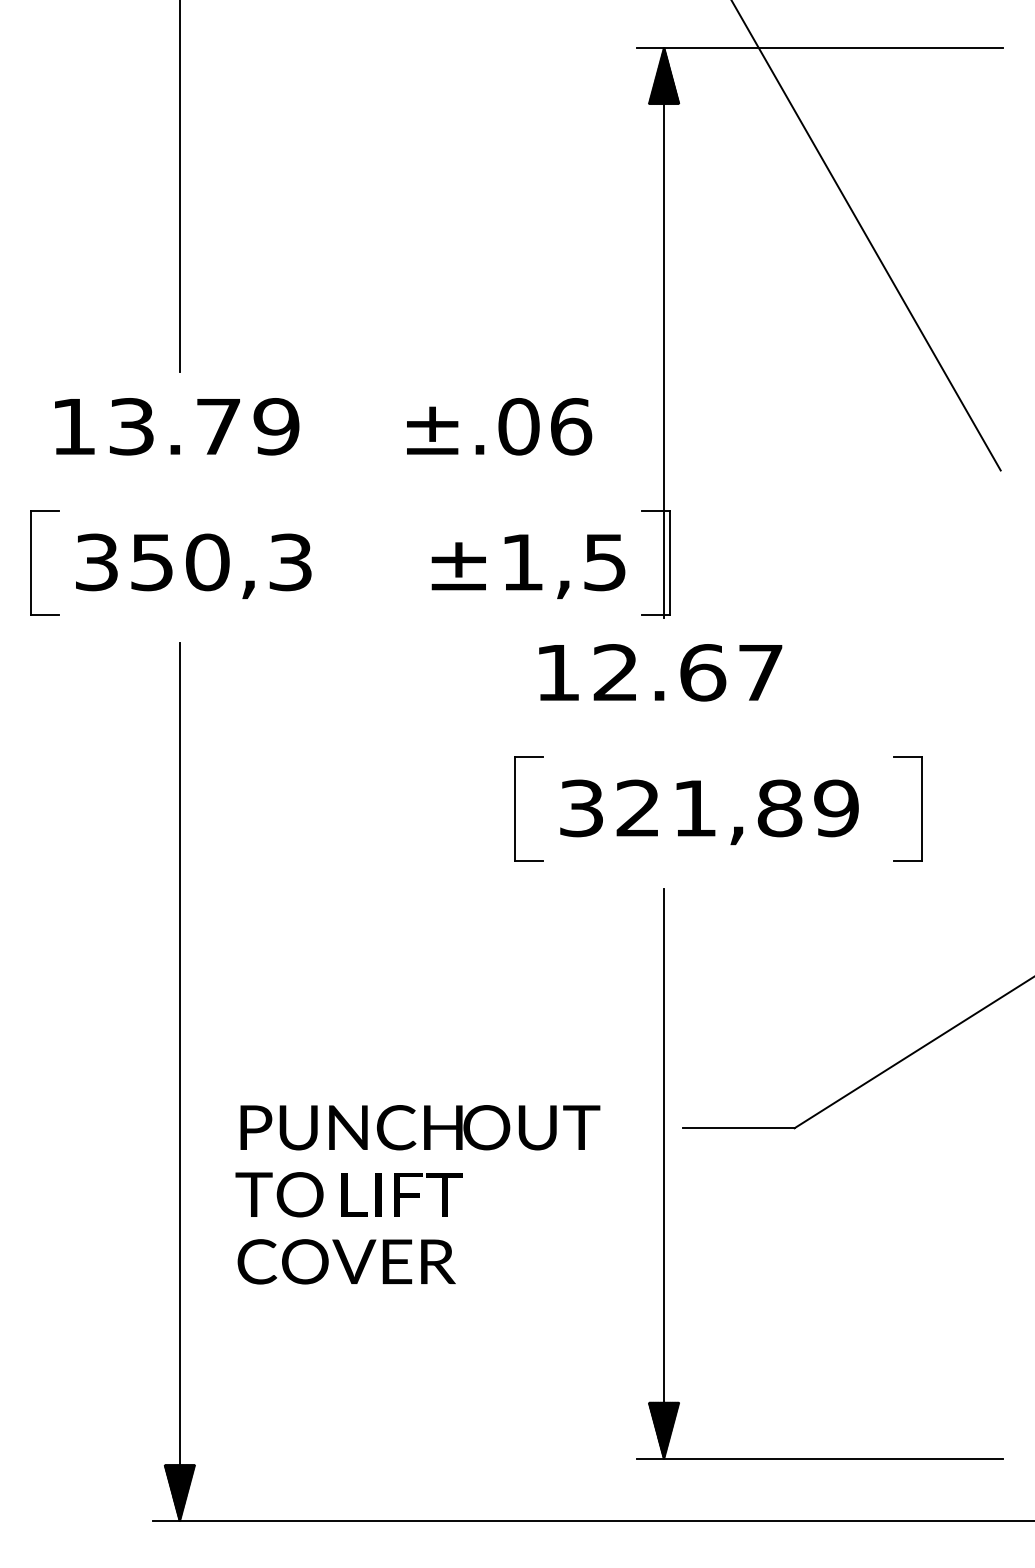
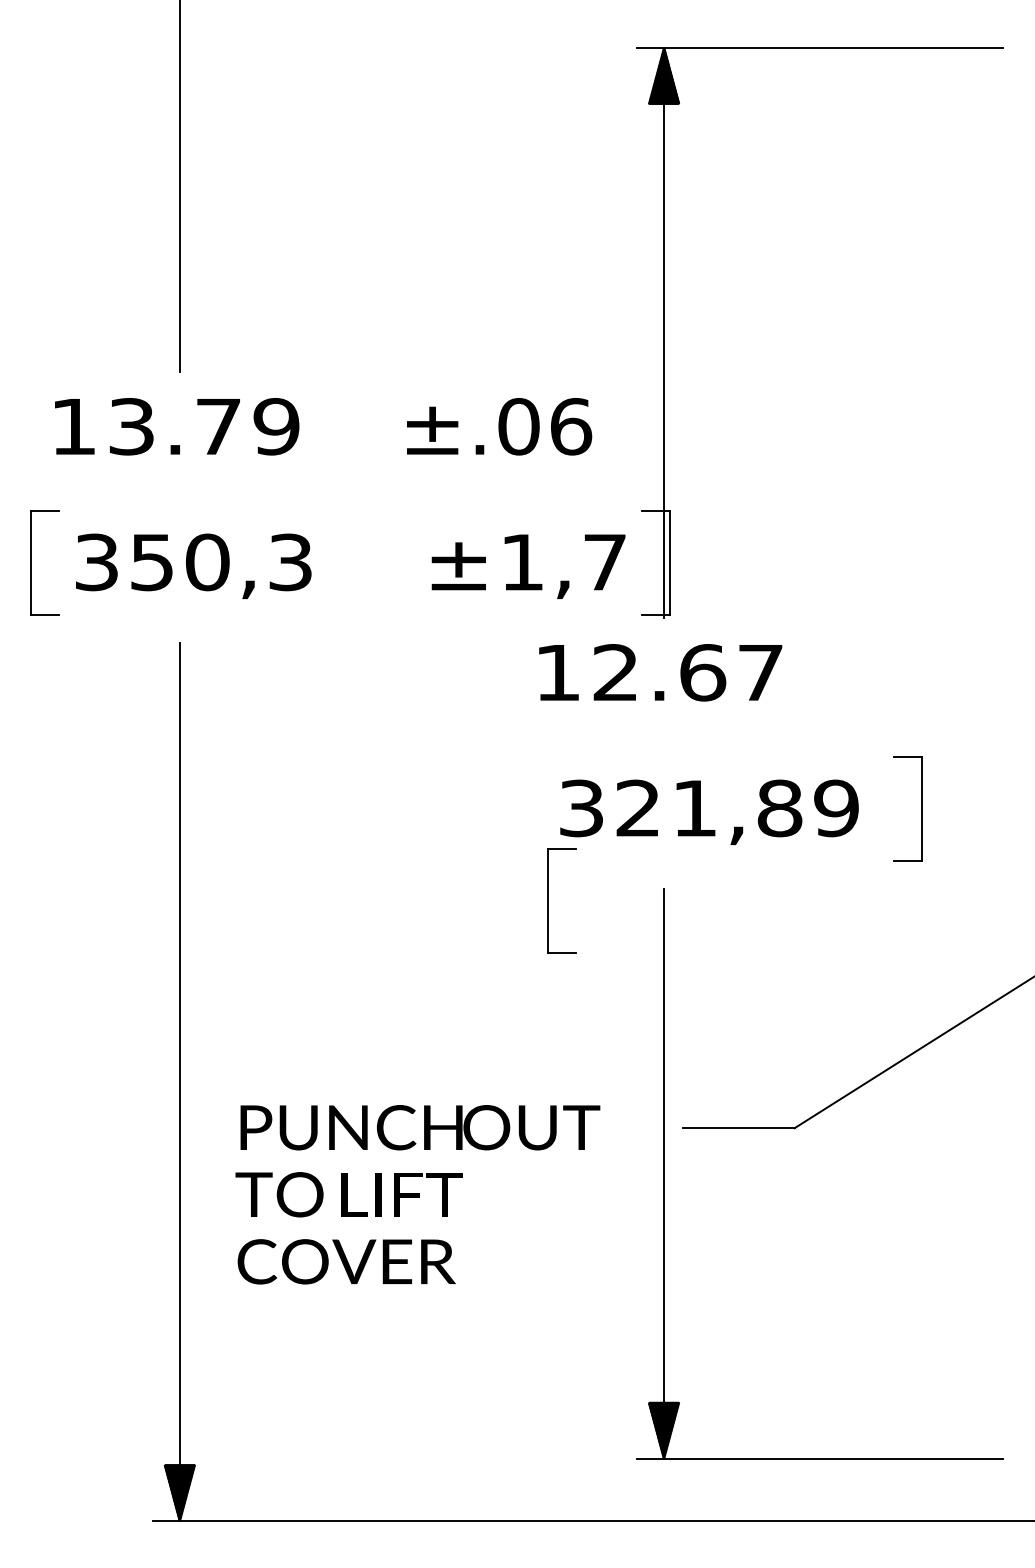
line at (866, 236): present -> none
text at (604, 562): ±1,5 -> ±1,7
part at (515, 808) position: (515, 808) -> (548, 900)
